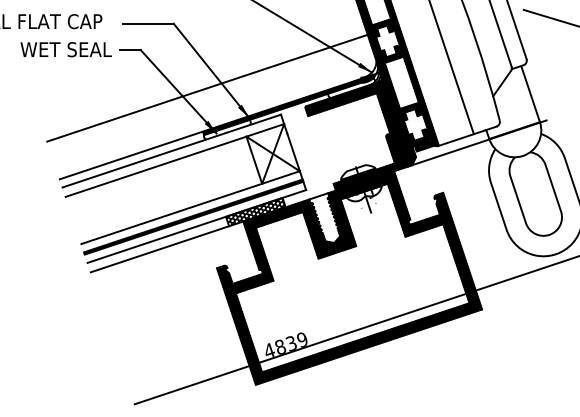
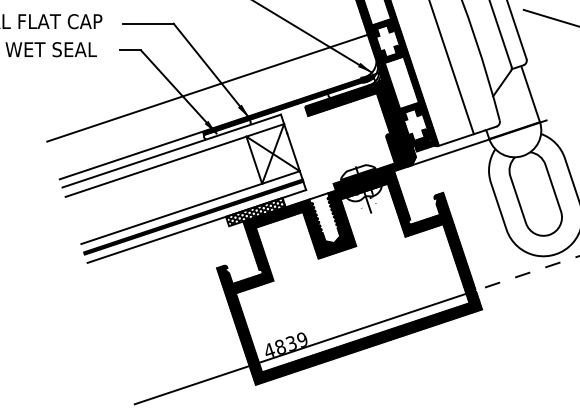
text at (65, 49) position: (65, 49) -> (50, 49)
line at (159, 249): present -> none
line at (526, 273): solid -> dashed
